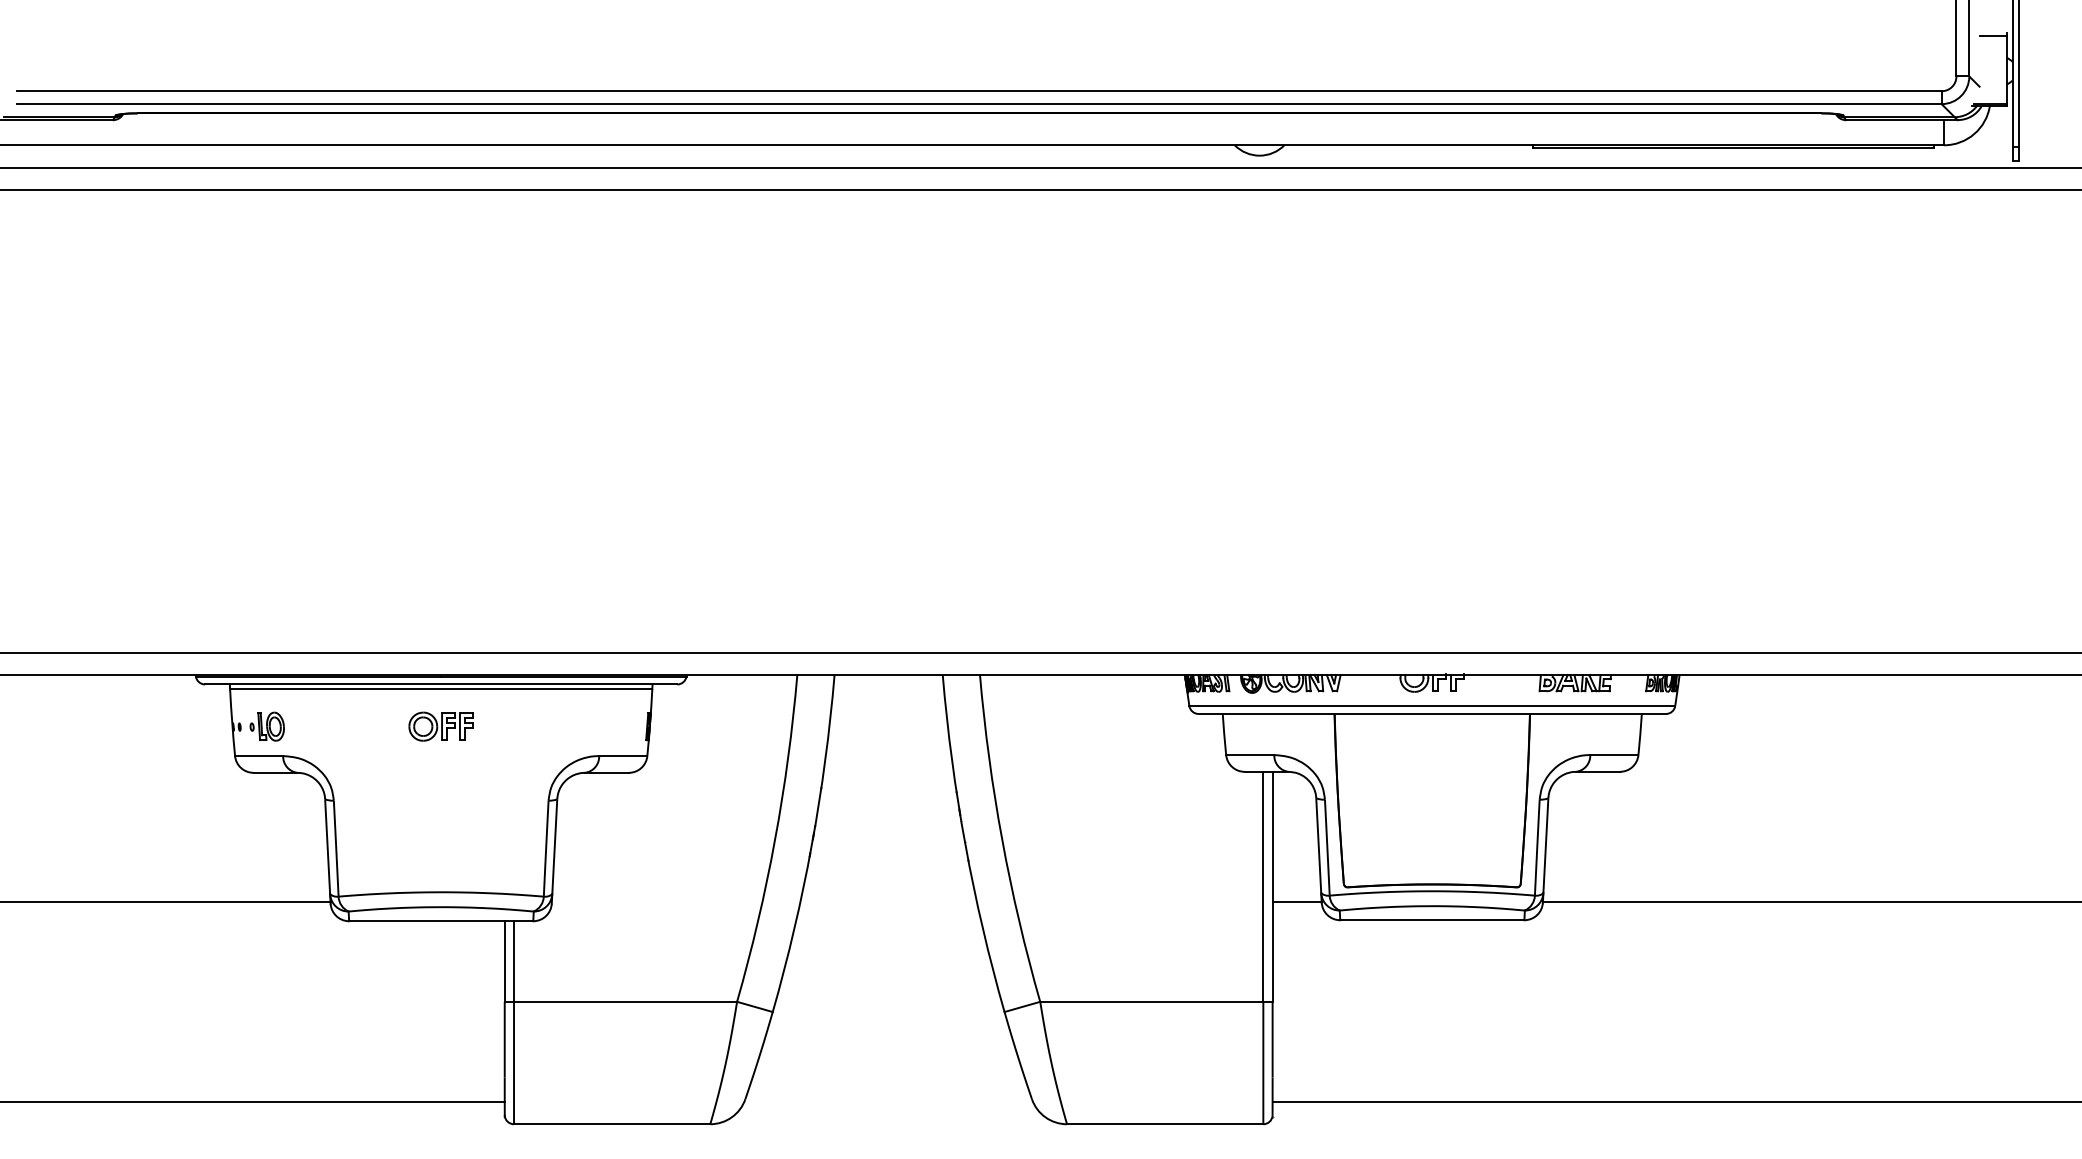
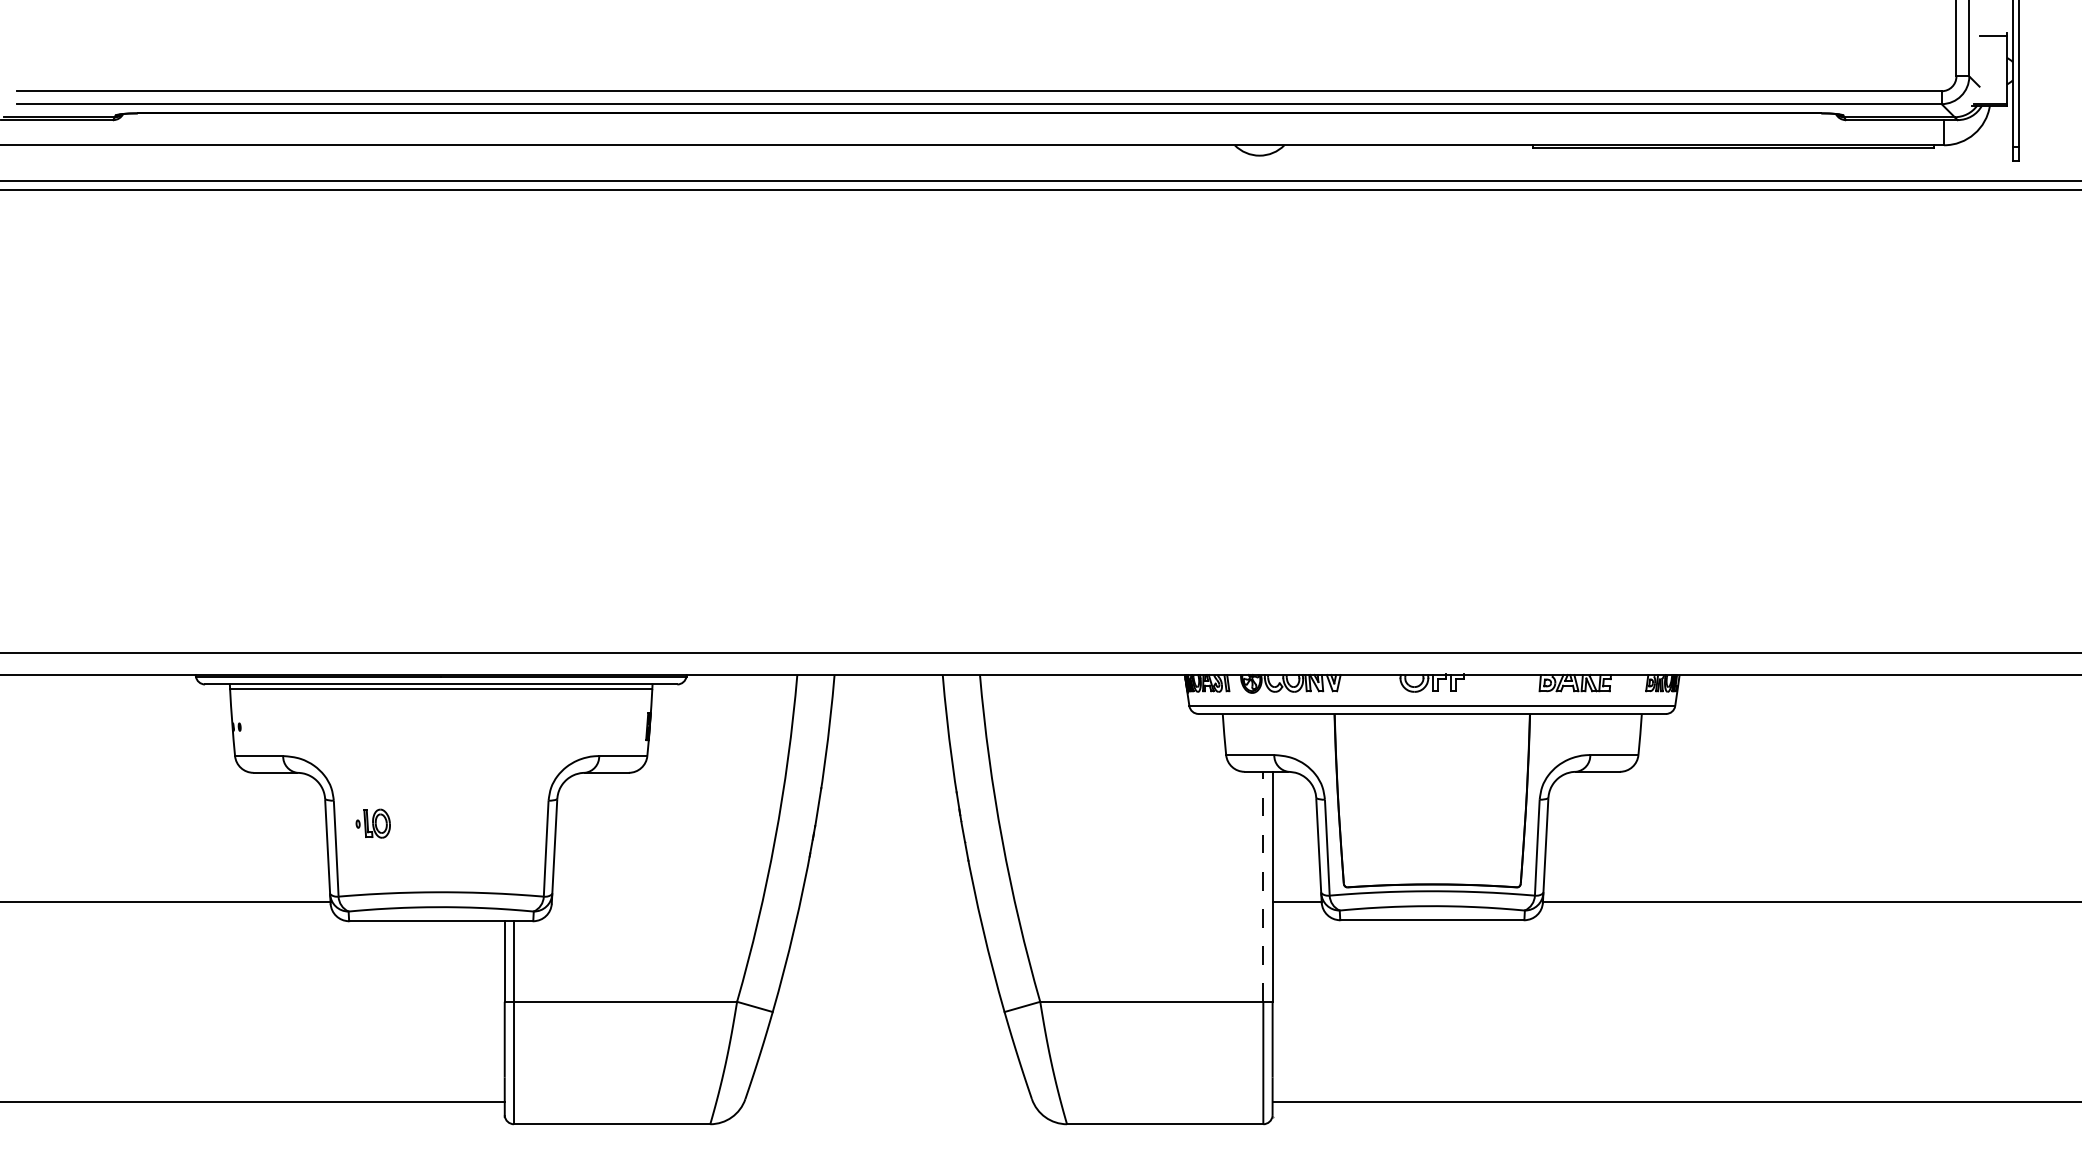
line at (1040, 167) position: (1040, 167) -> (1040, 180)
part at (266, 726) position: (266, 726) -> (372, 823)
part at (440, 726): present -> none
line at (1263, 886): solid -> dashed
